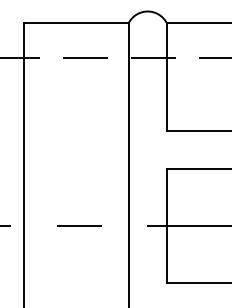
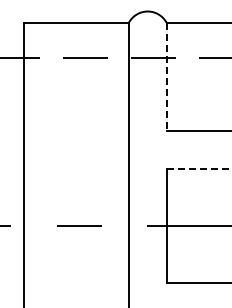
line at (166, 76): solid -> dashed
line at (199, 168): solid -> dashed
